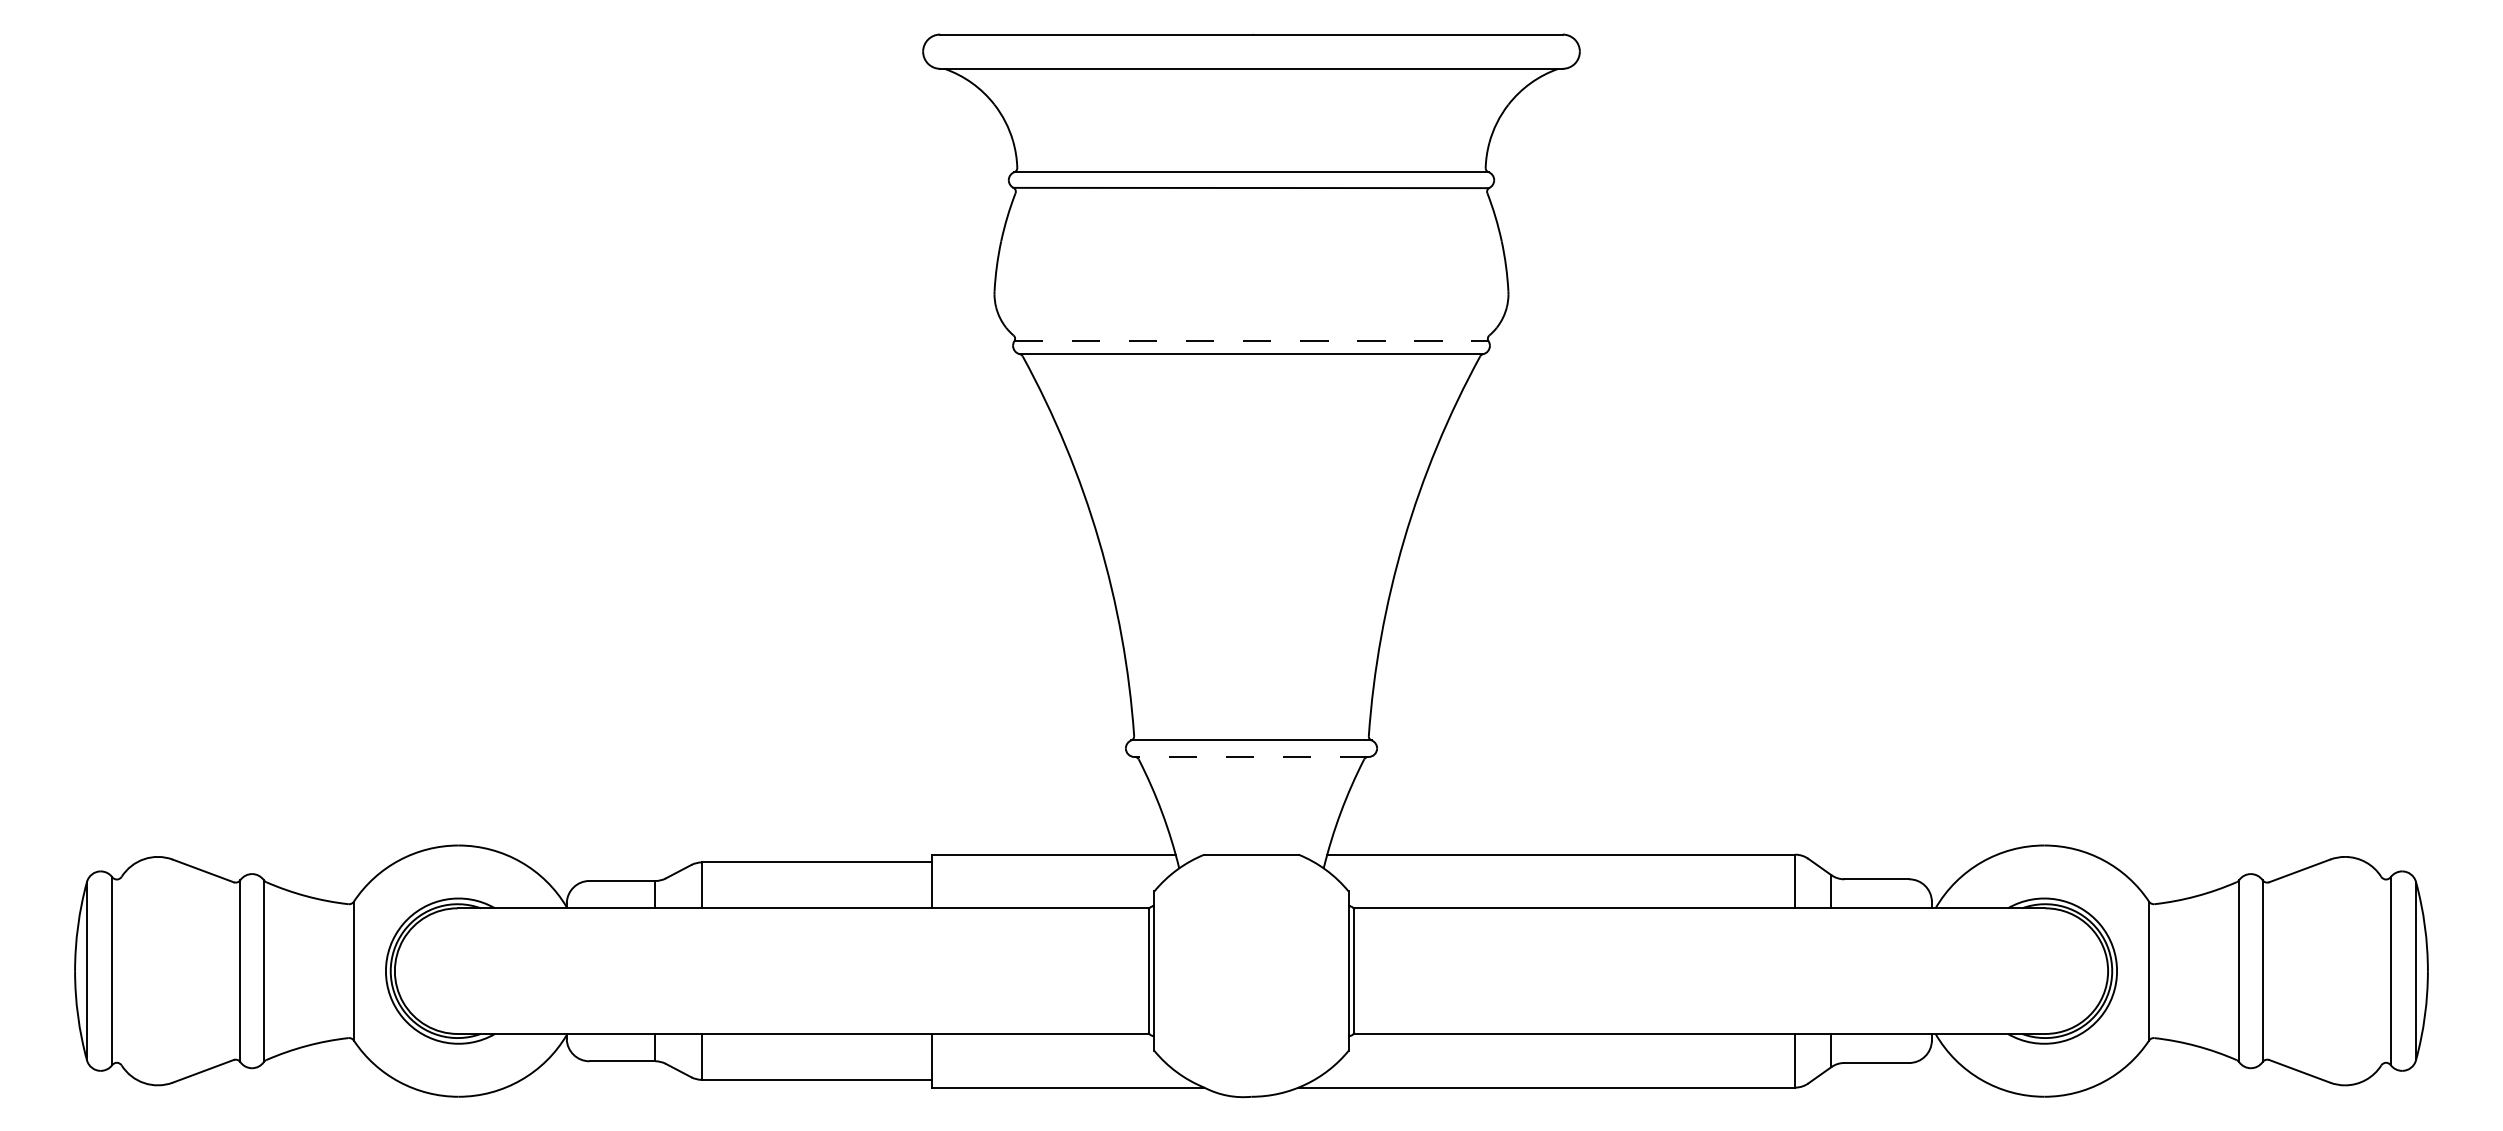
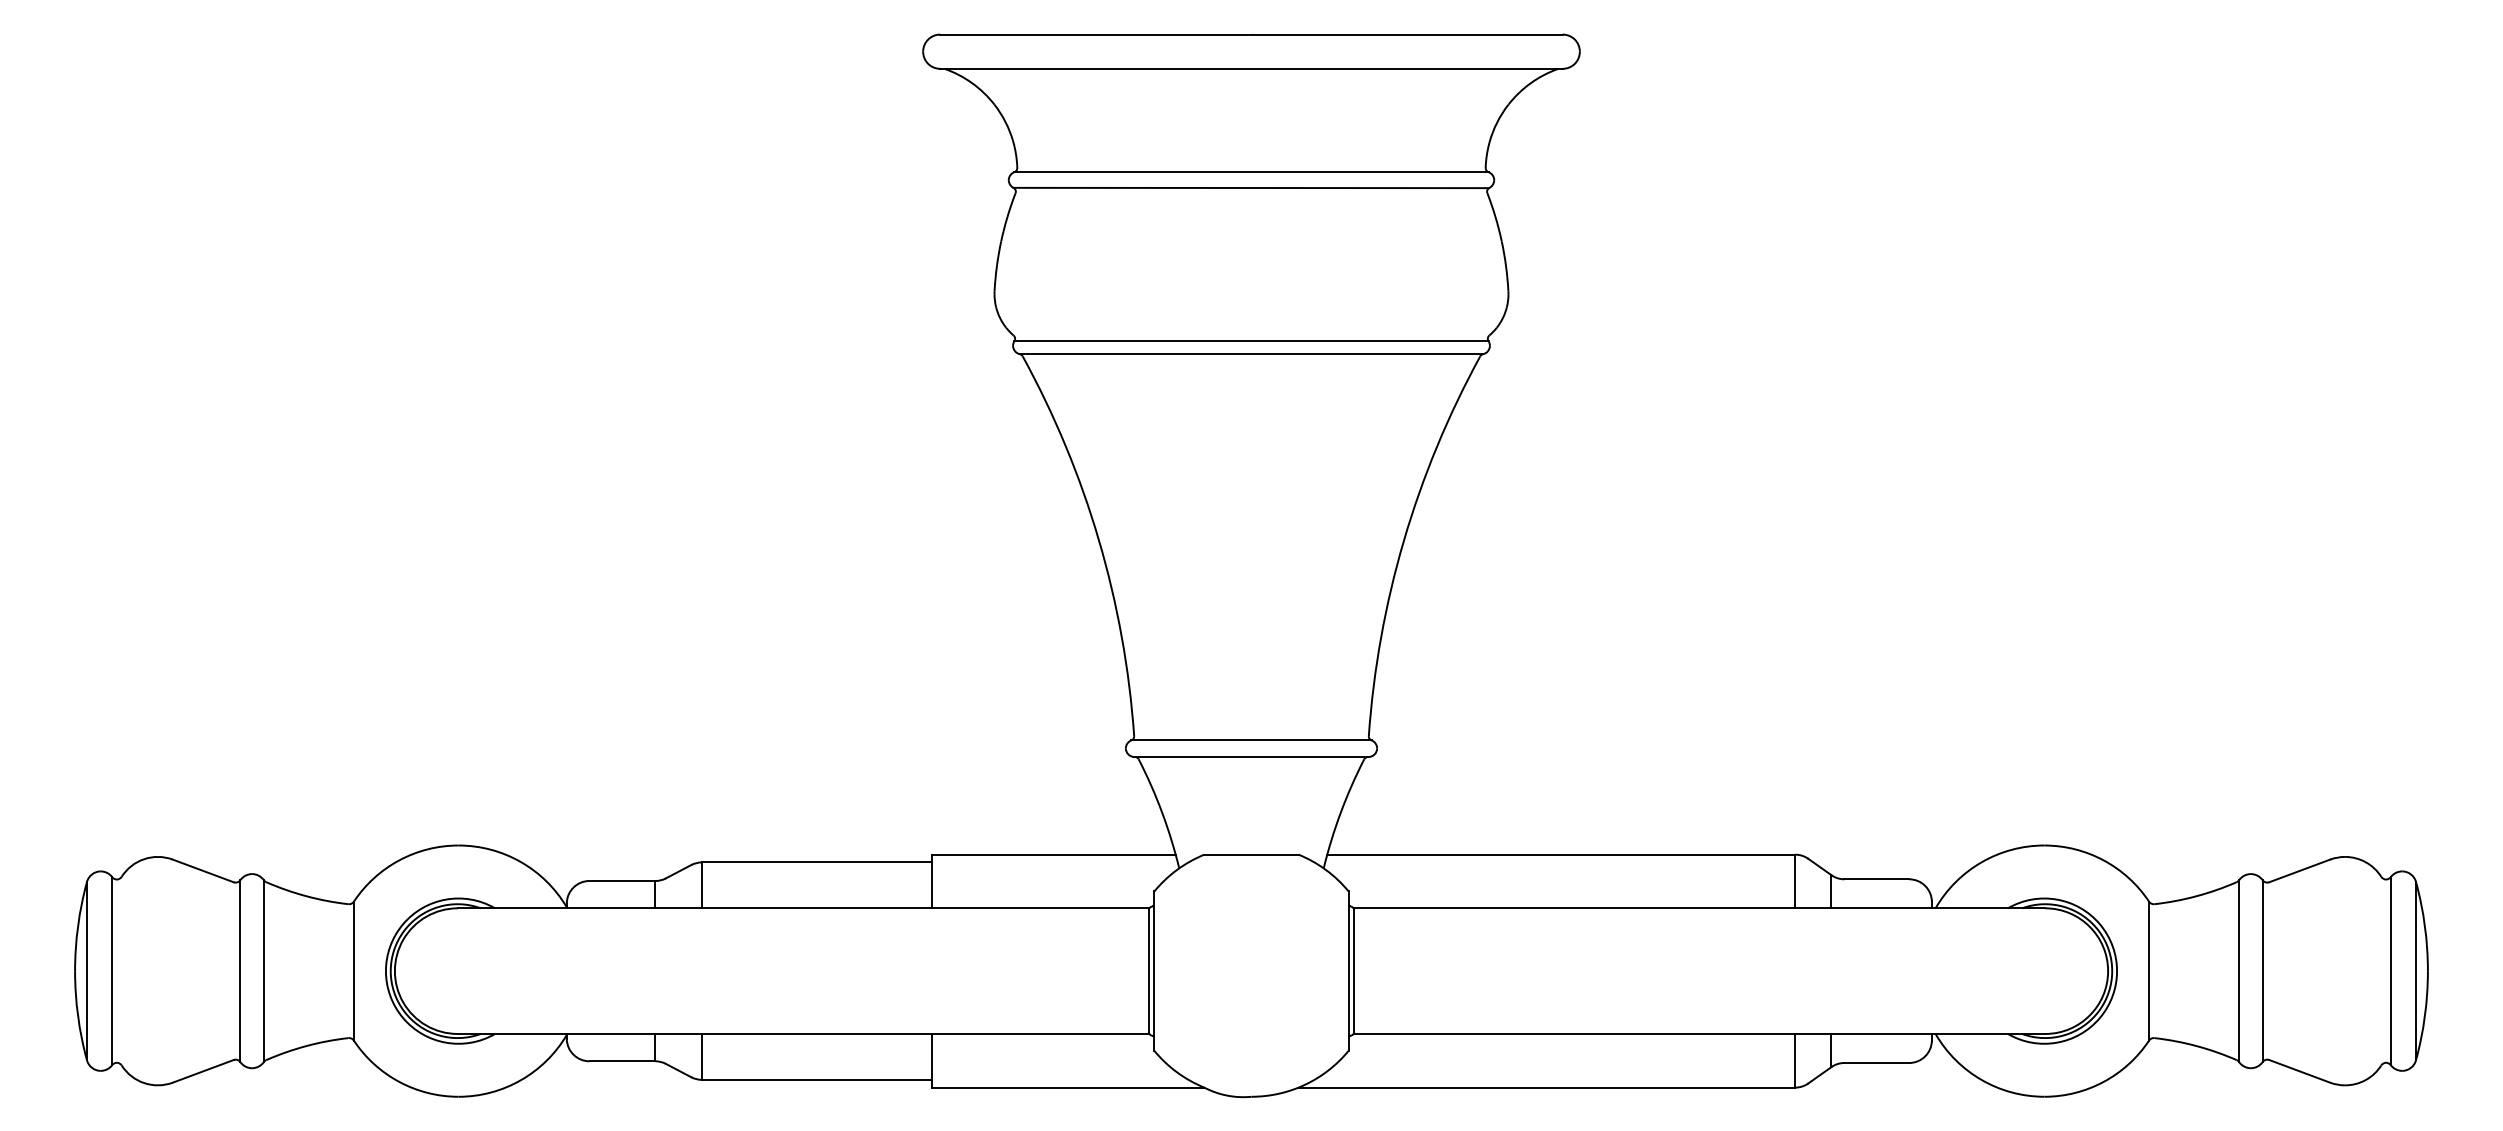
line at (1252, 341): dashed -> solid
line at (1251, 756): dashed -> solid
